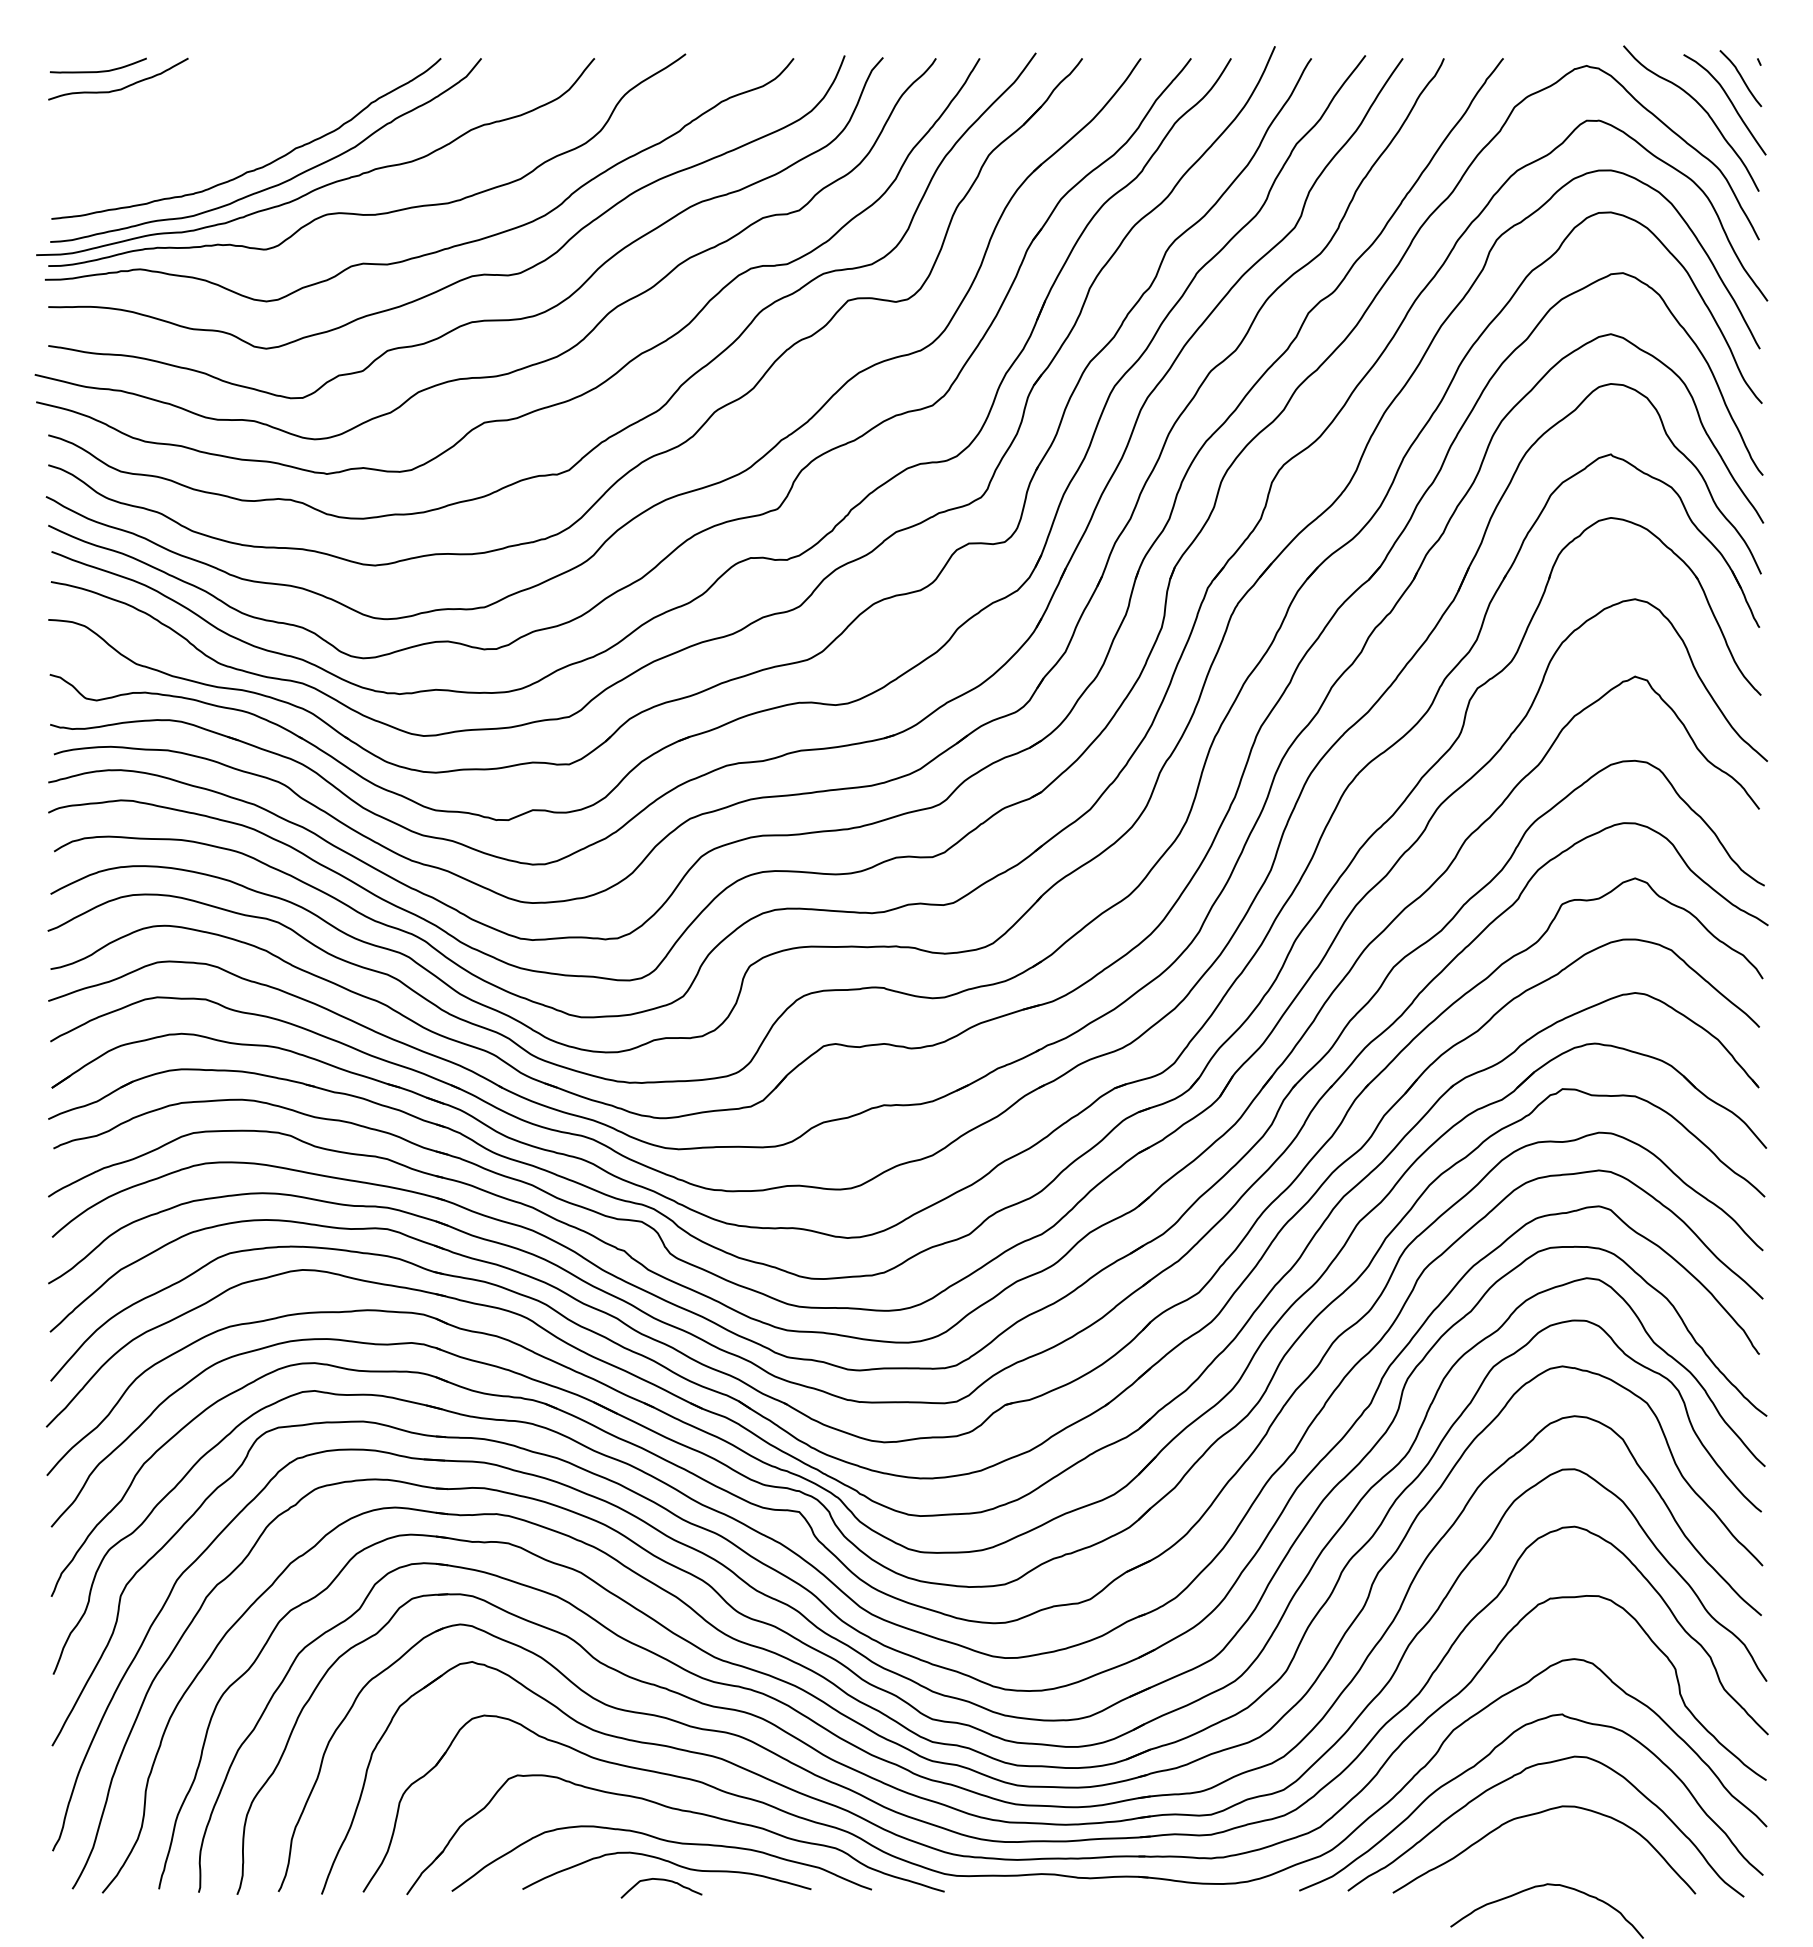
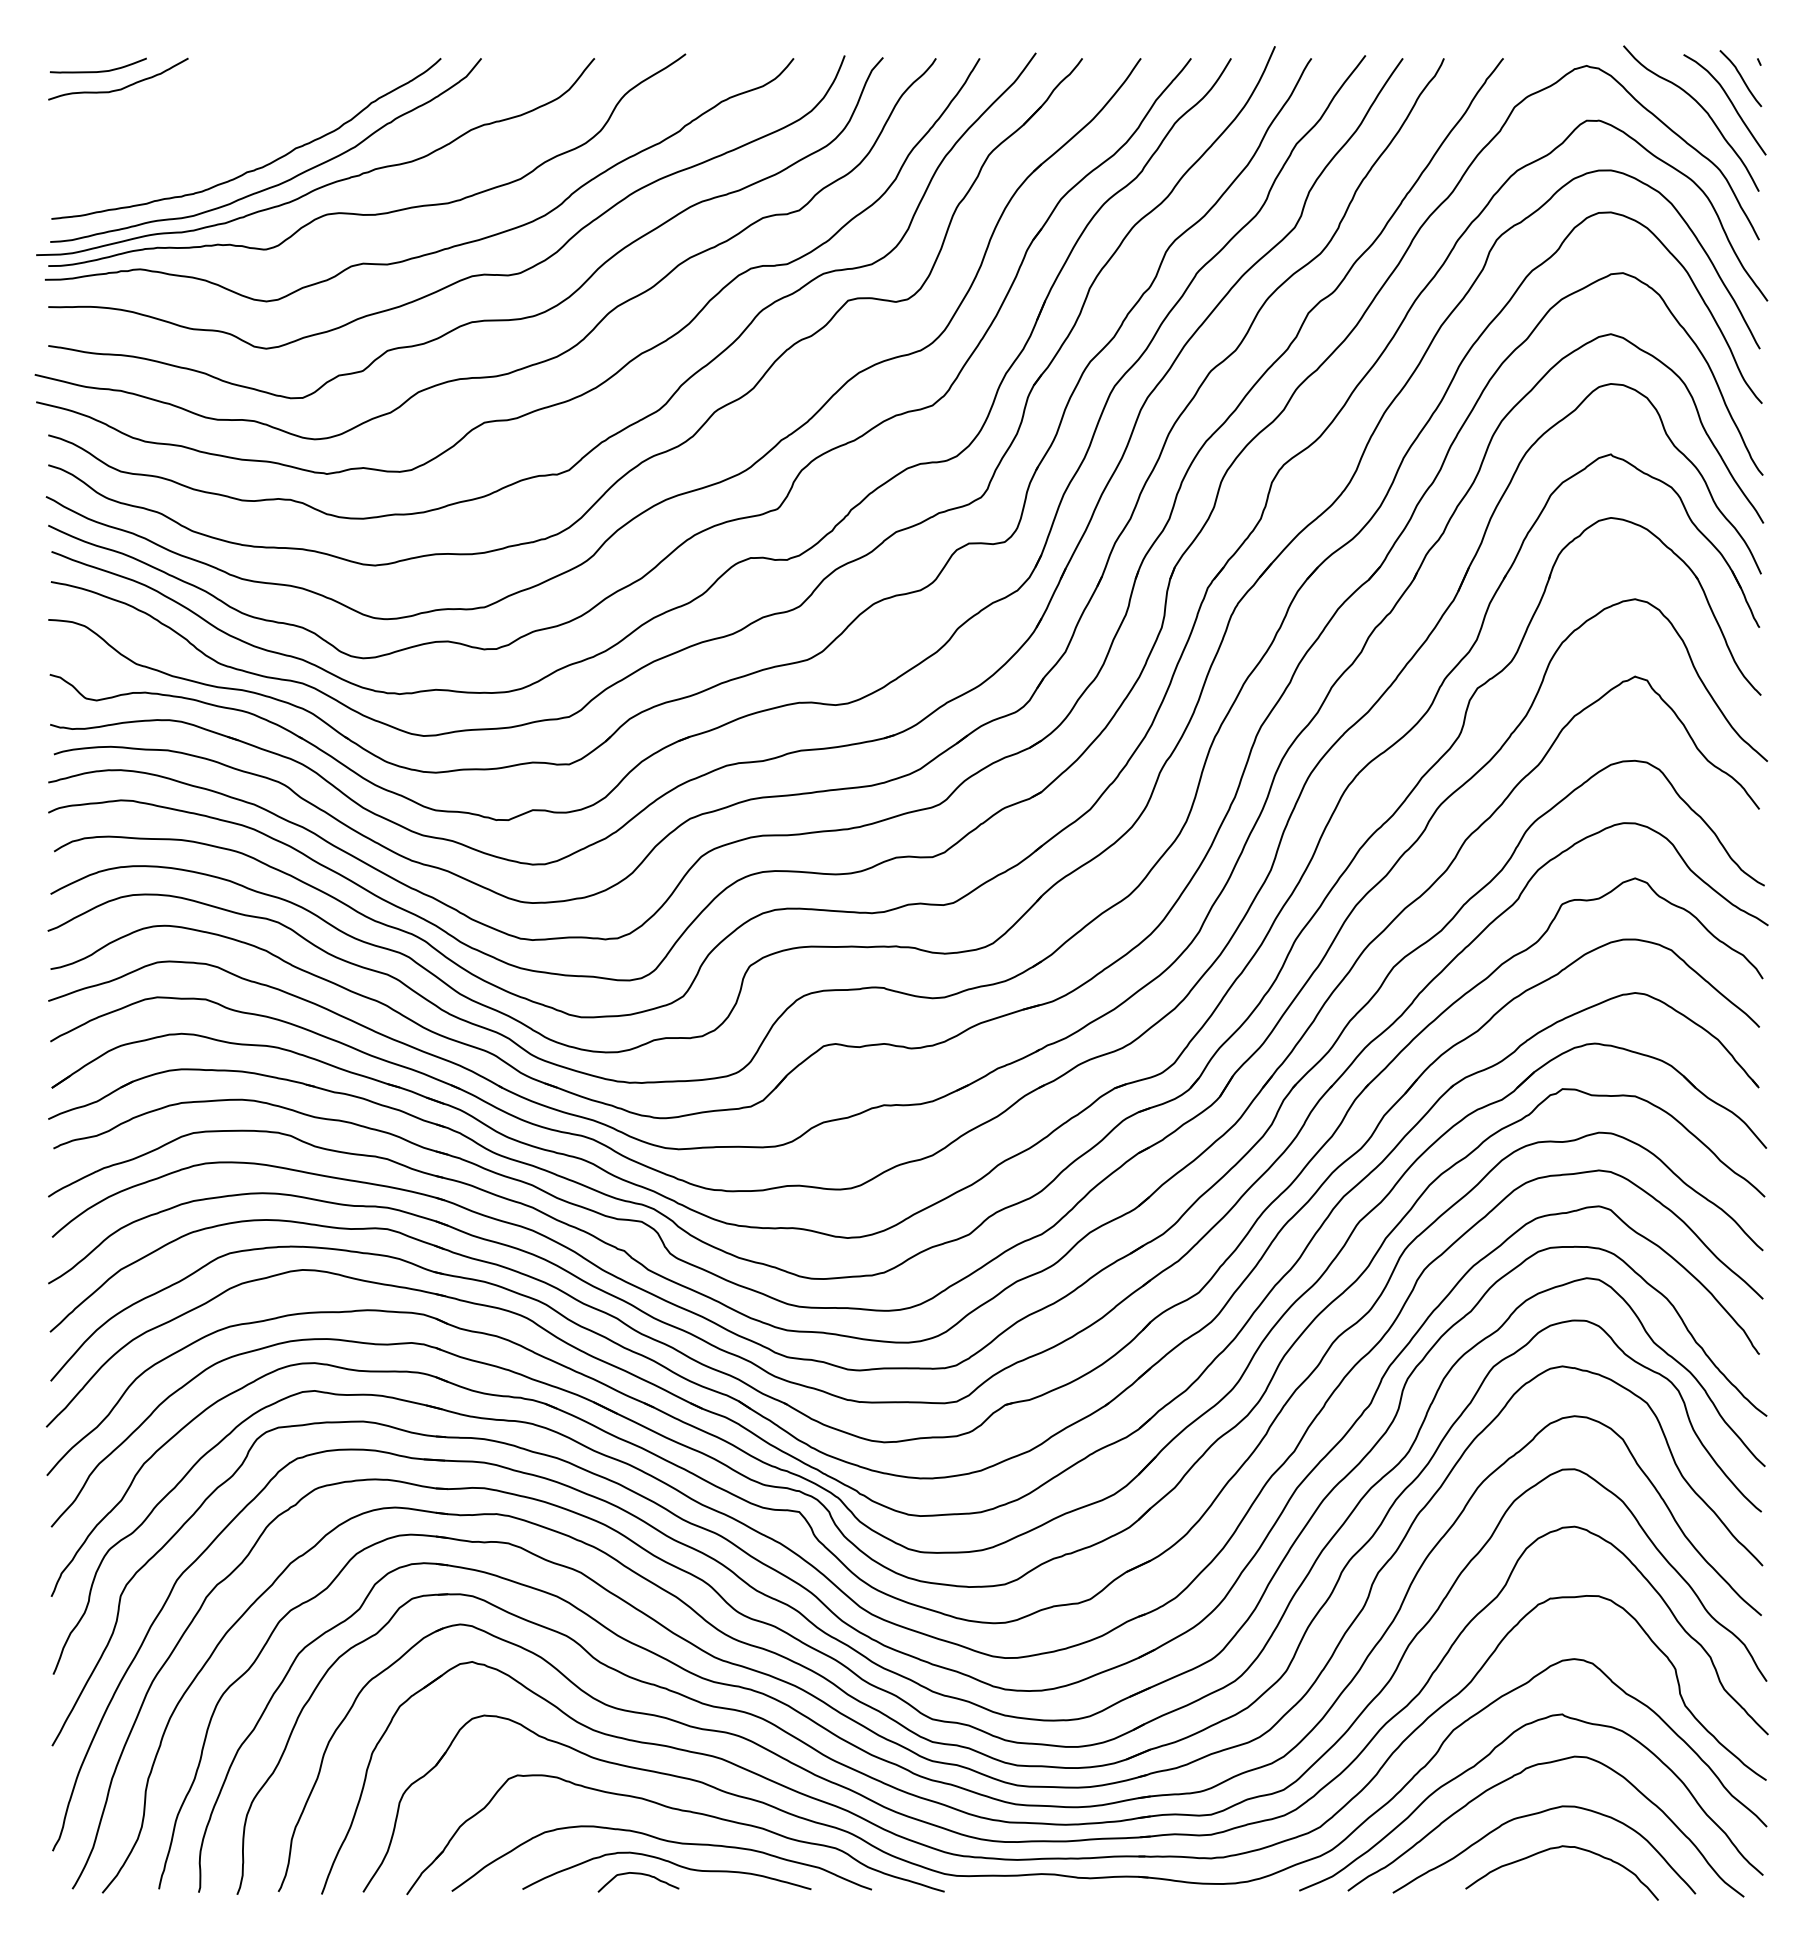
curve at (661, 1880) position: (661, 1880) -> (638, 1874)
curve at (1544, 1886) position: (1544, 1886) -> (1559, 1848)
